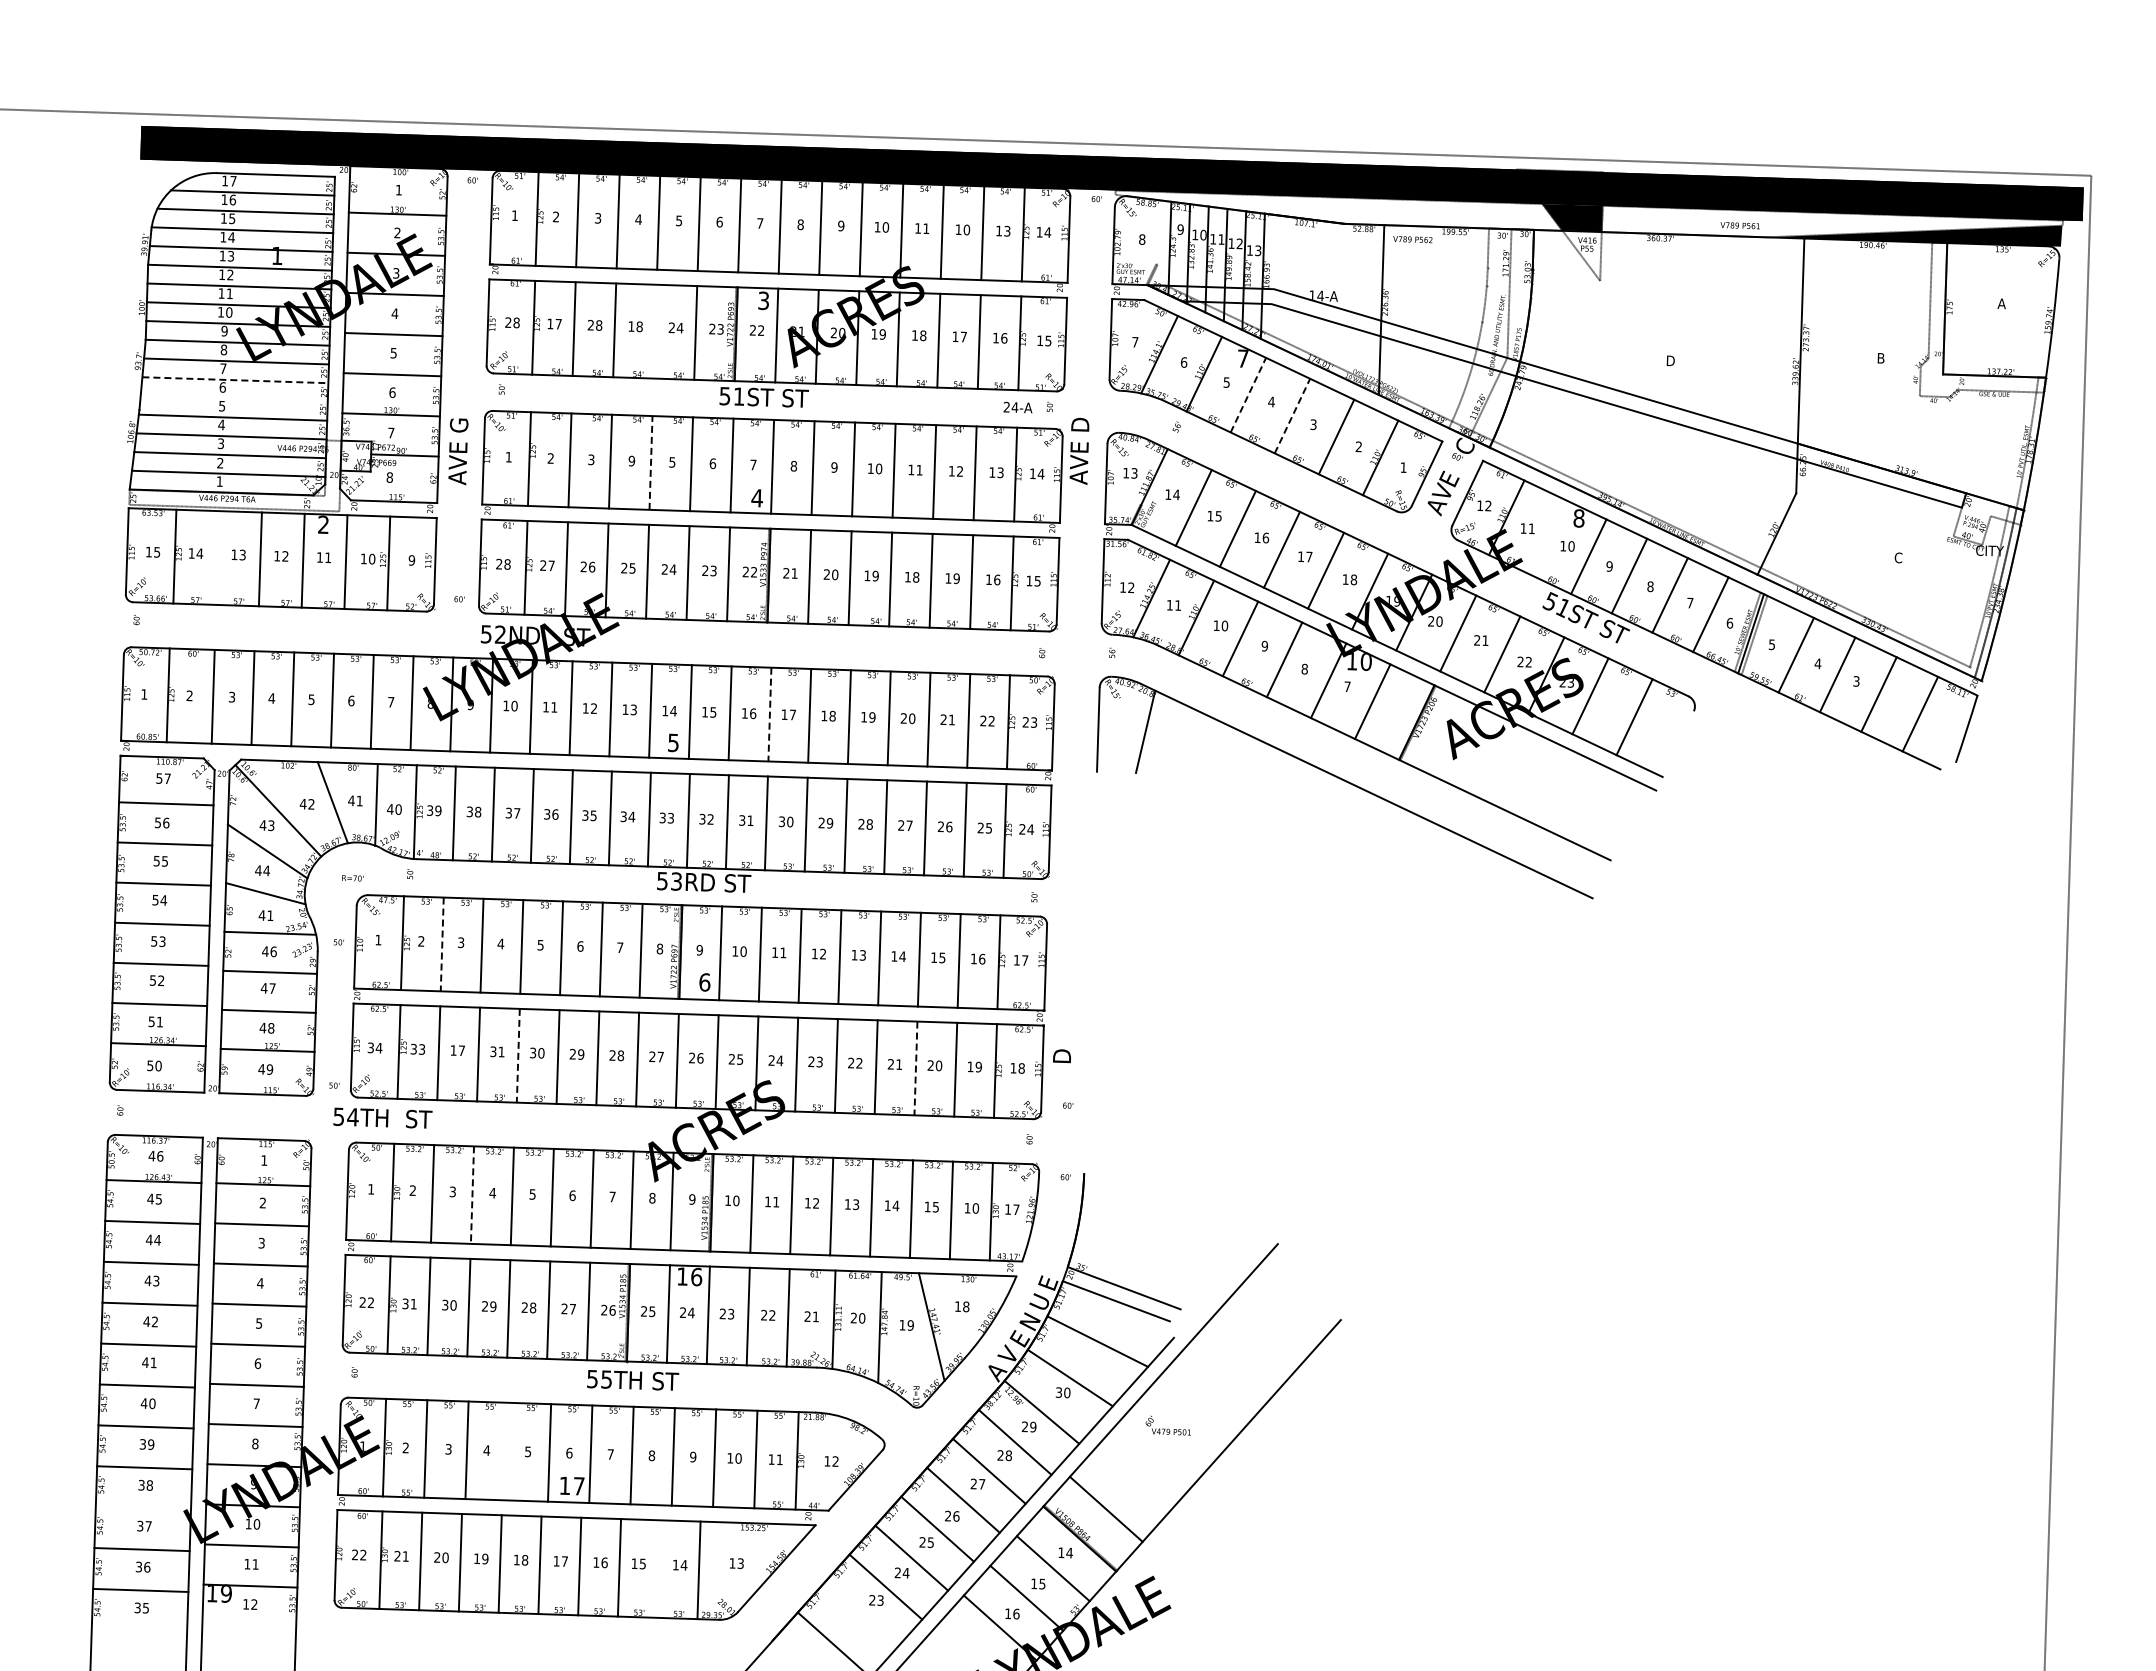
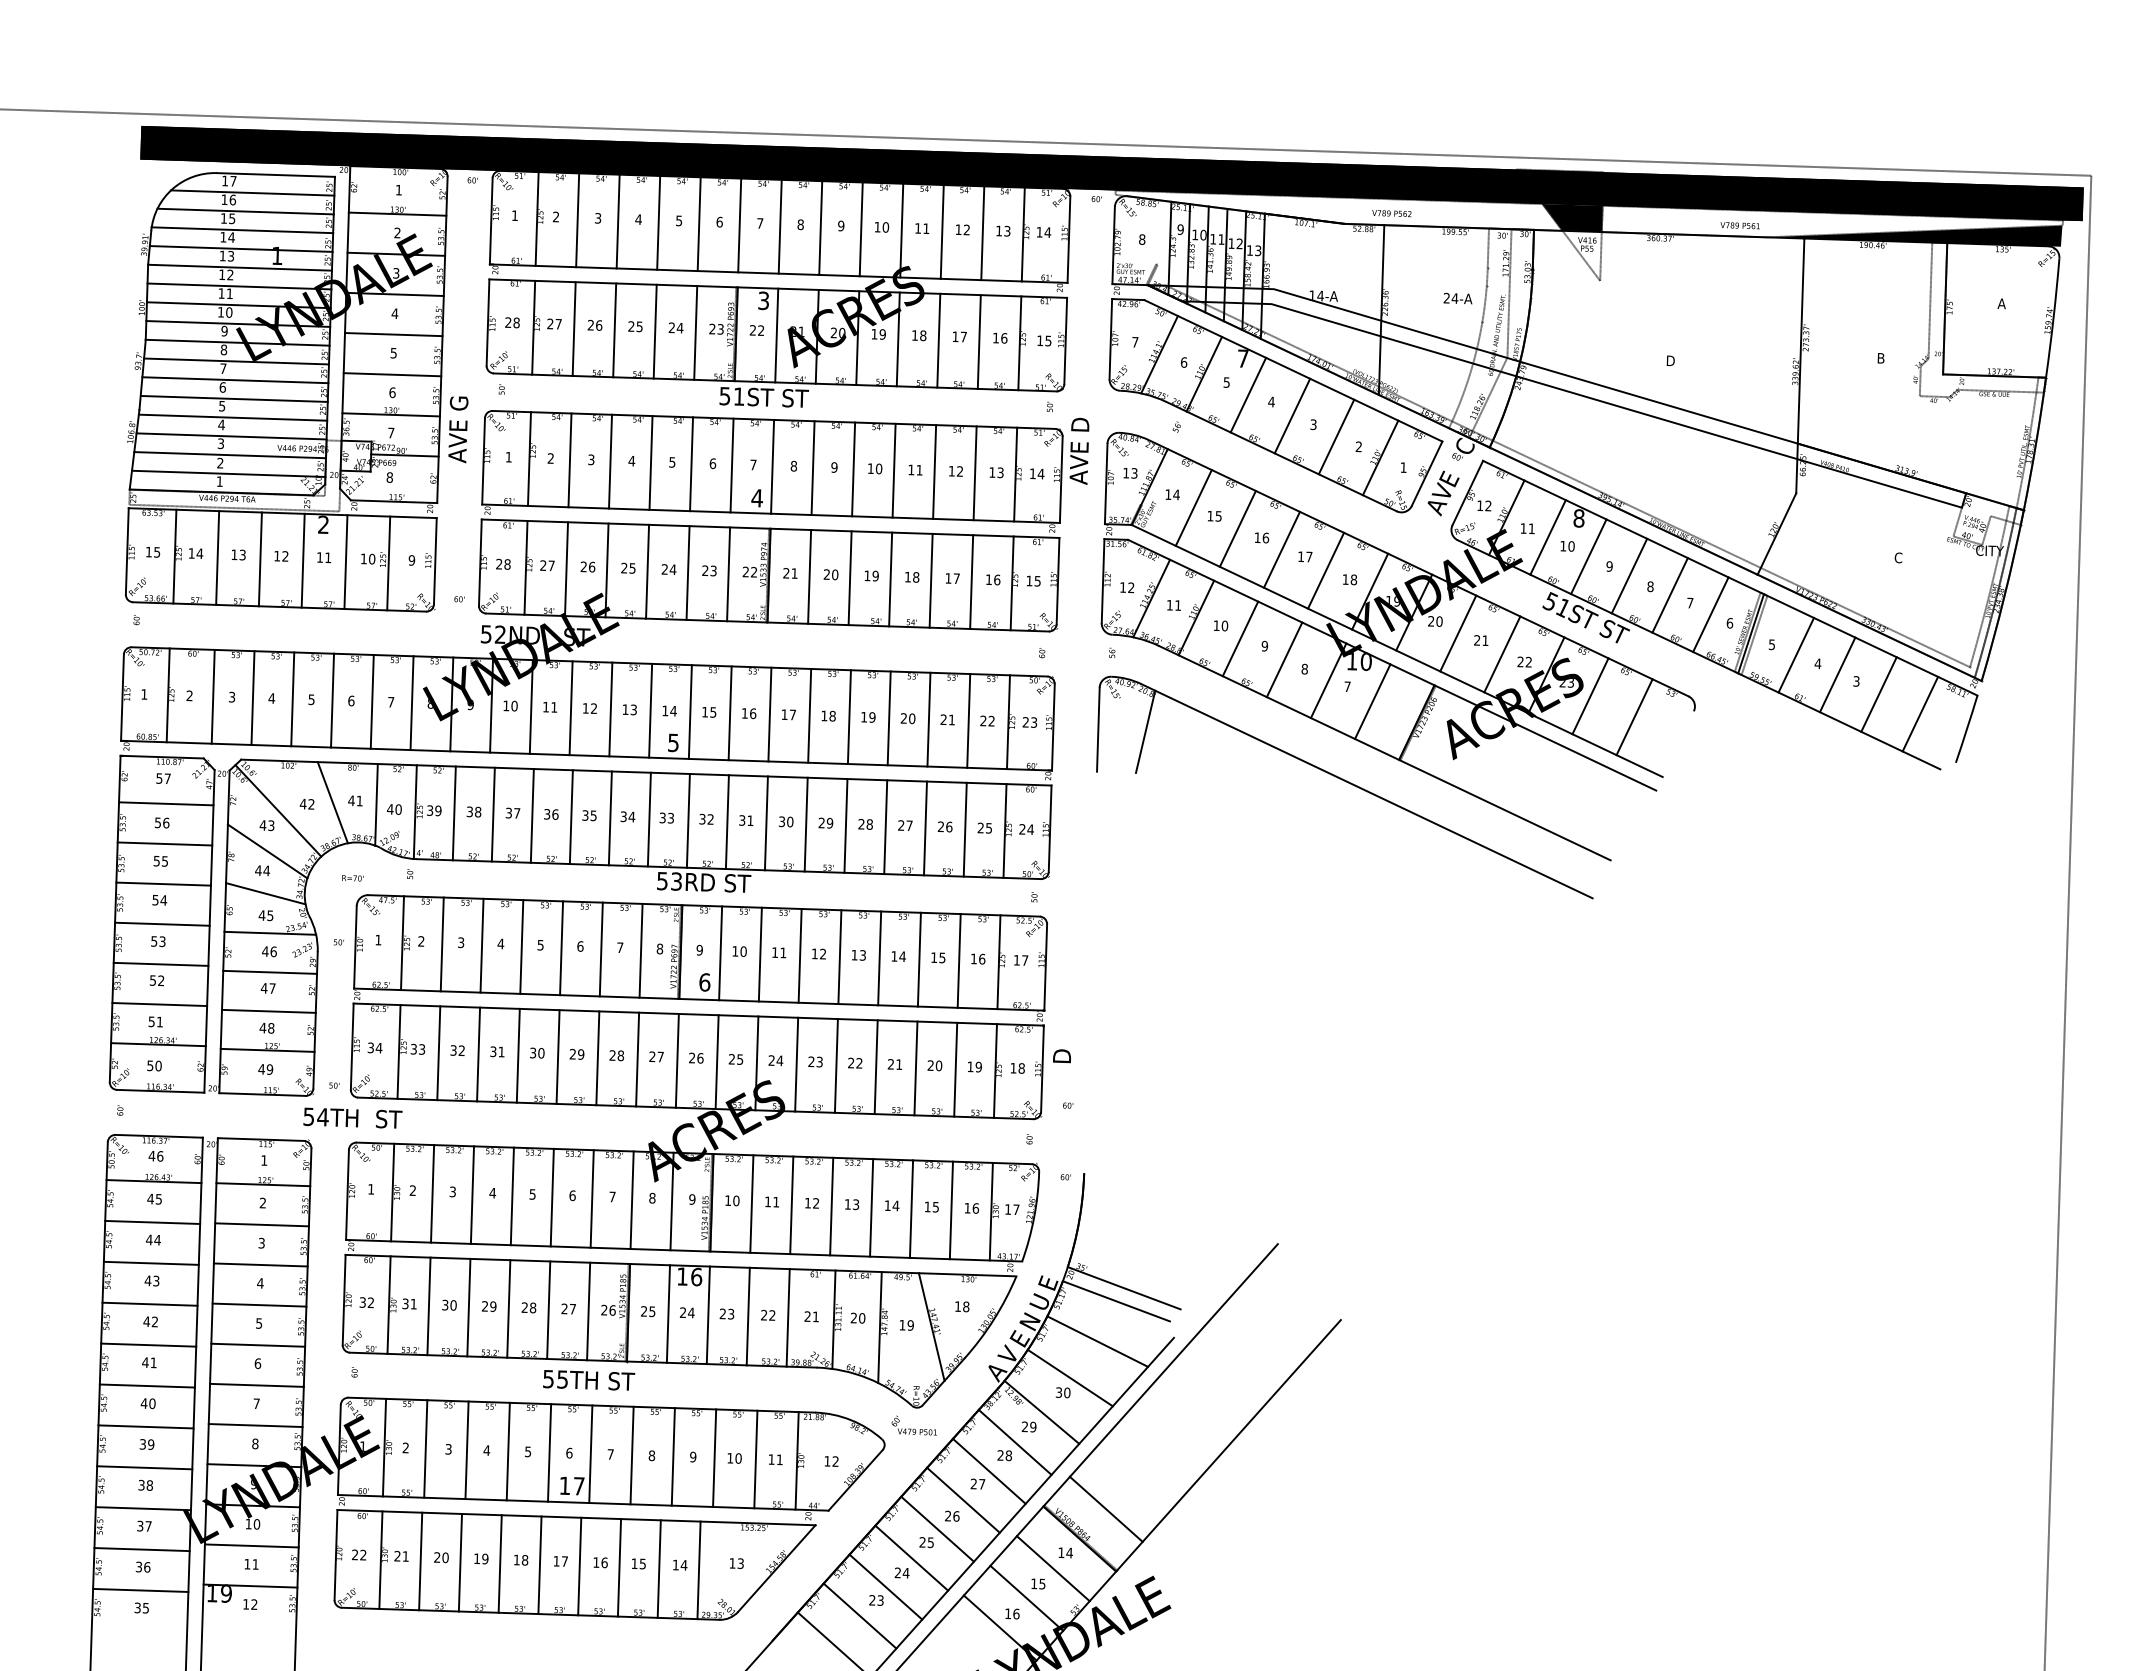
text at (966, 229): 10 -> 12
text at (1412, 239) position: (1412, 239) -> (1391, 213)
text at (550, 323): 17 -> 27
text at (599, 325): 28 -> 26
text at (635, 326): 18 -> 25
line at (654, 331): none -> present
line at (235, 380): dashed -> solid
line at (1248, 394): dashed -> solid
line at (234, 398): none -> present
text at (1017, 407) position: (1017, 407) -> (1457, 298)
line at (1292, 415): dashed -> solid
text at (458, 451) position: (458, 451) -> (458, 429)
text at (631, 460): 9 -> 4
line at (651, 462): dashed -> solid
line at (1547, 537): none -> present
line at (217, 557): none -> present
text at (956, 578): 19 -> 17
line at (769, 714): dashed -> solid
text at (270, 915): 41 -> 45
line at (442, 944): dashed -> solid
text at (457, 1050): 17 -> 32
line at (518, 1055): dashed -> solid
line at (915, 1068): dashed -> solid
text at (382, 1117) position: (382, 1117) -> (352, 1117)
line at (472, 1195): dashed -> solid
text at (976, 1208): 10 -> 16
text at (362, 1302): 22 -> 32
text at (633, 1380) position: (633, 1380) -> (589, 1380)
text at (1167, 1425) position: (1167, 1425) -> (913, 1425)
line at (507, 1451): none -> present
line at (143, 1508): none -> present
line at (658, 1568): none -> present
line at (859, 1615): none -> present
